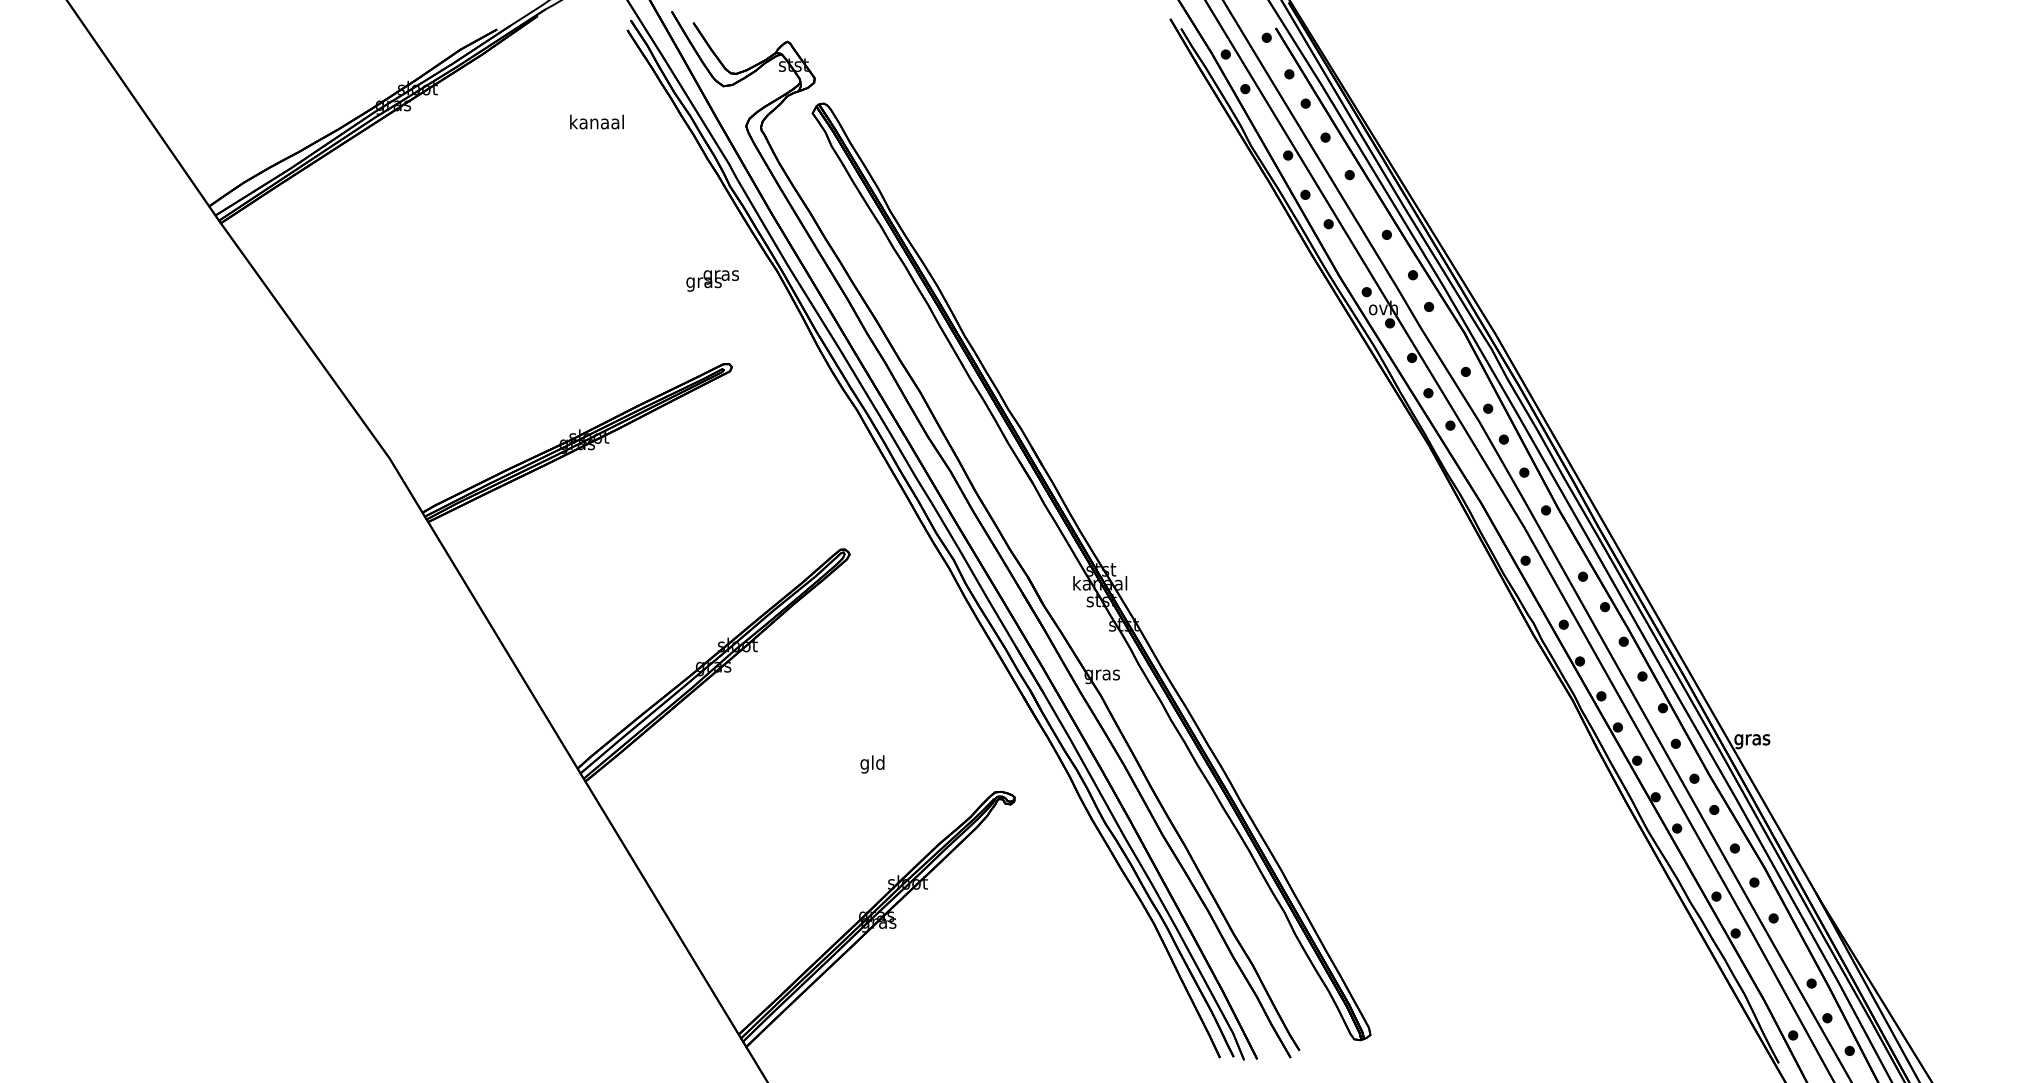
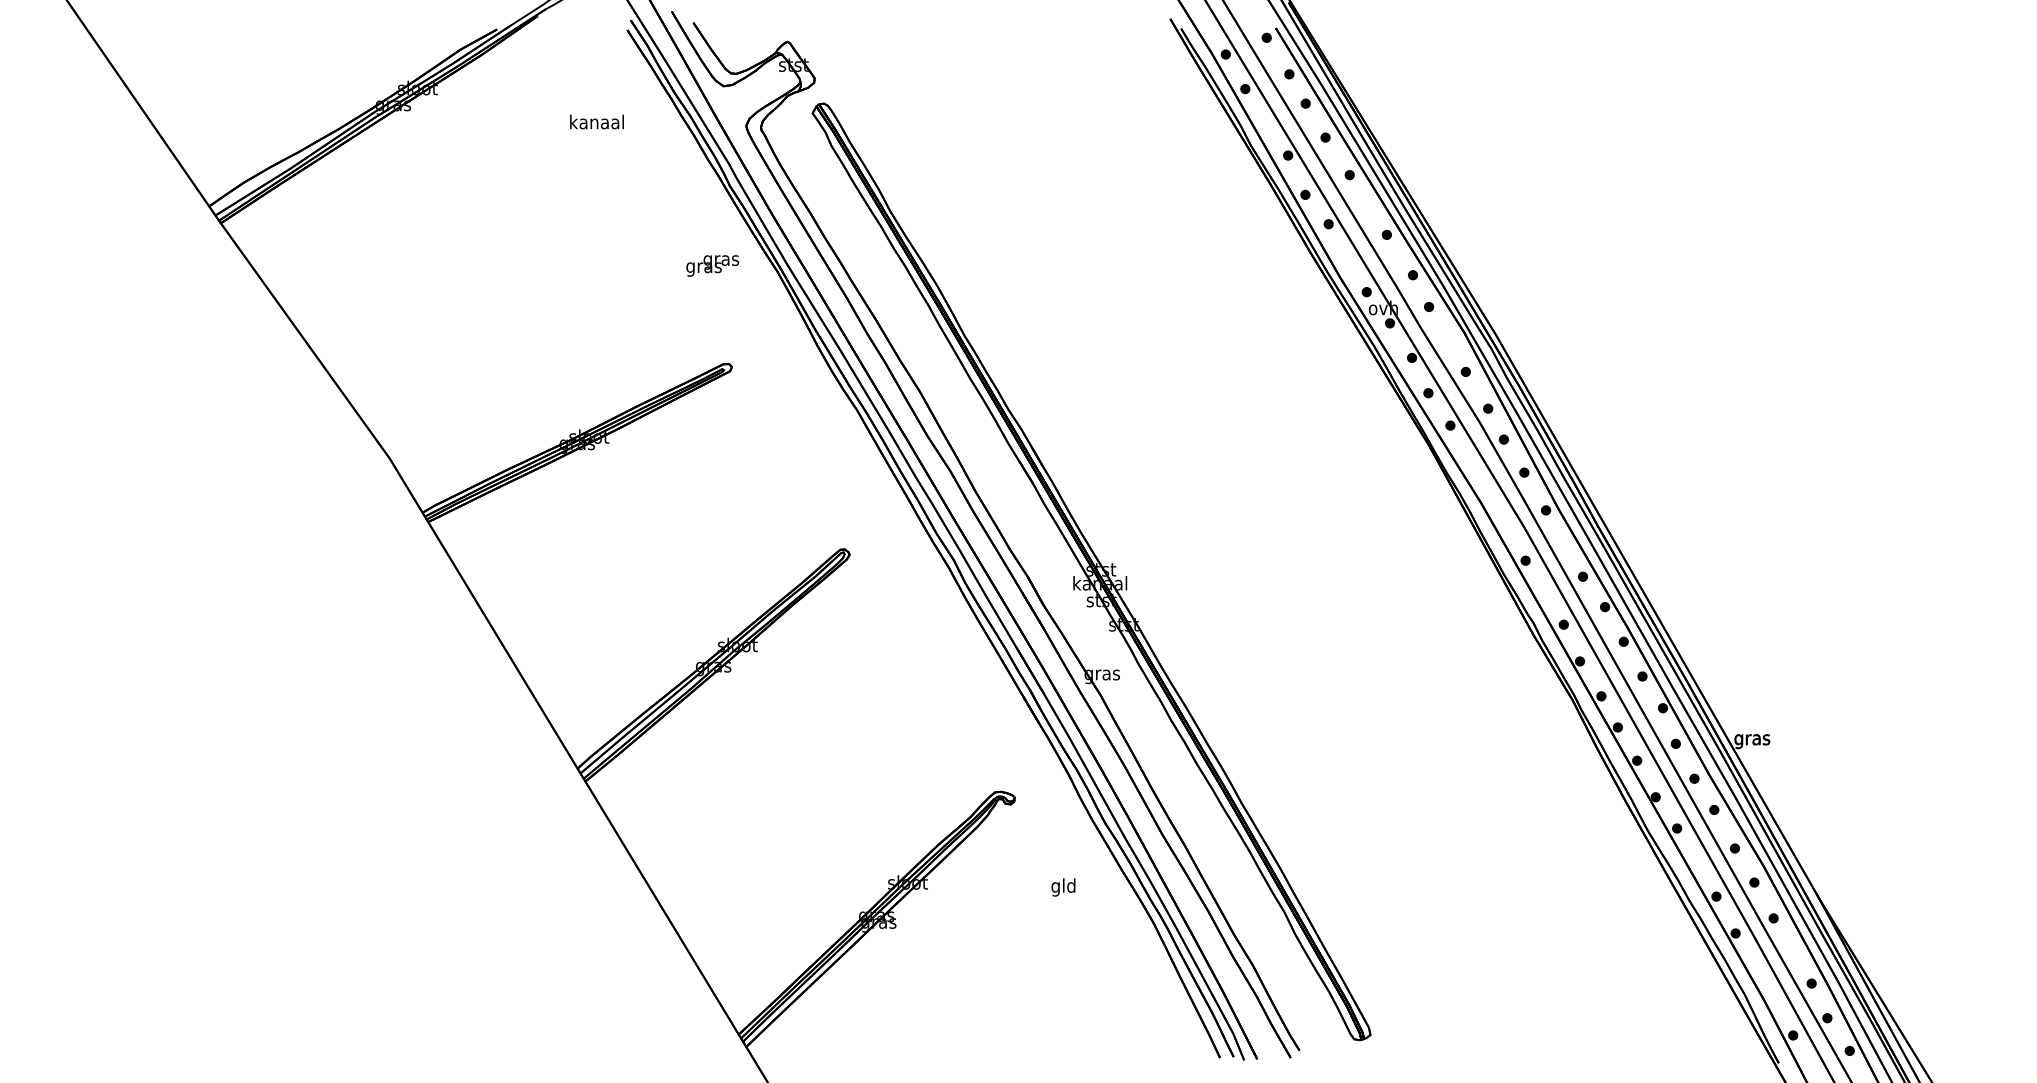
text at (712, 280) position: (712, 280) -> (712, 265)
text at (872, 764) position: (872, 764) -> (1063, 887)
